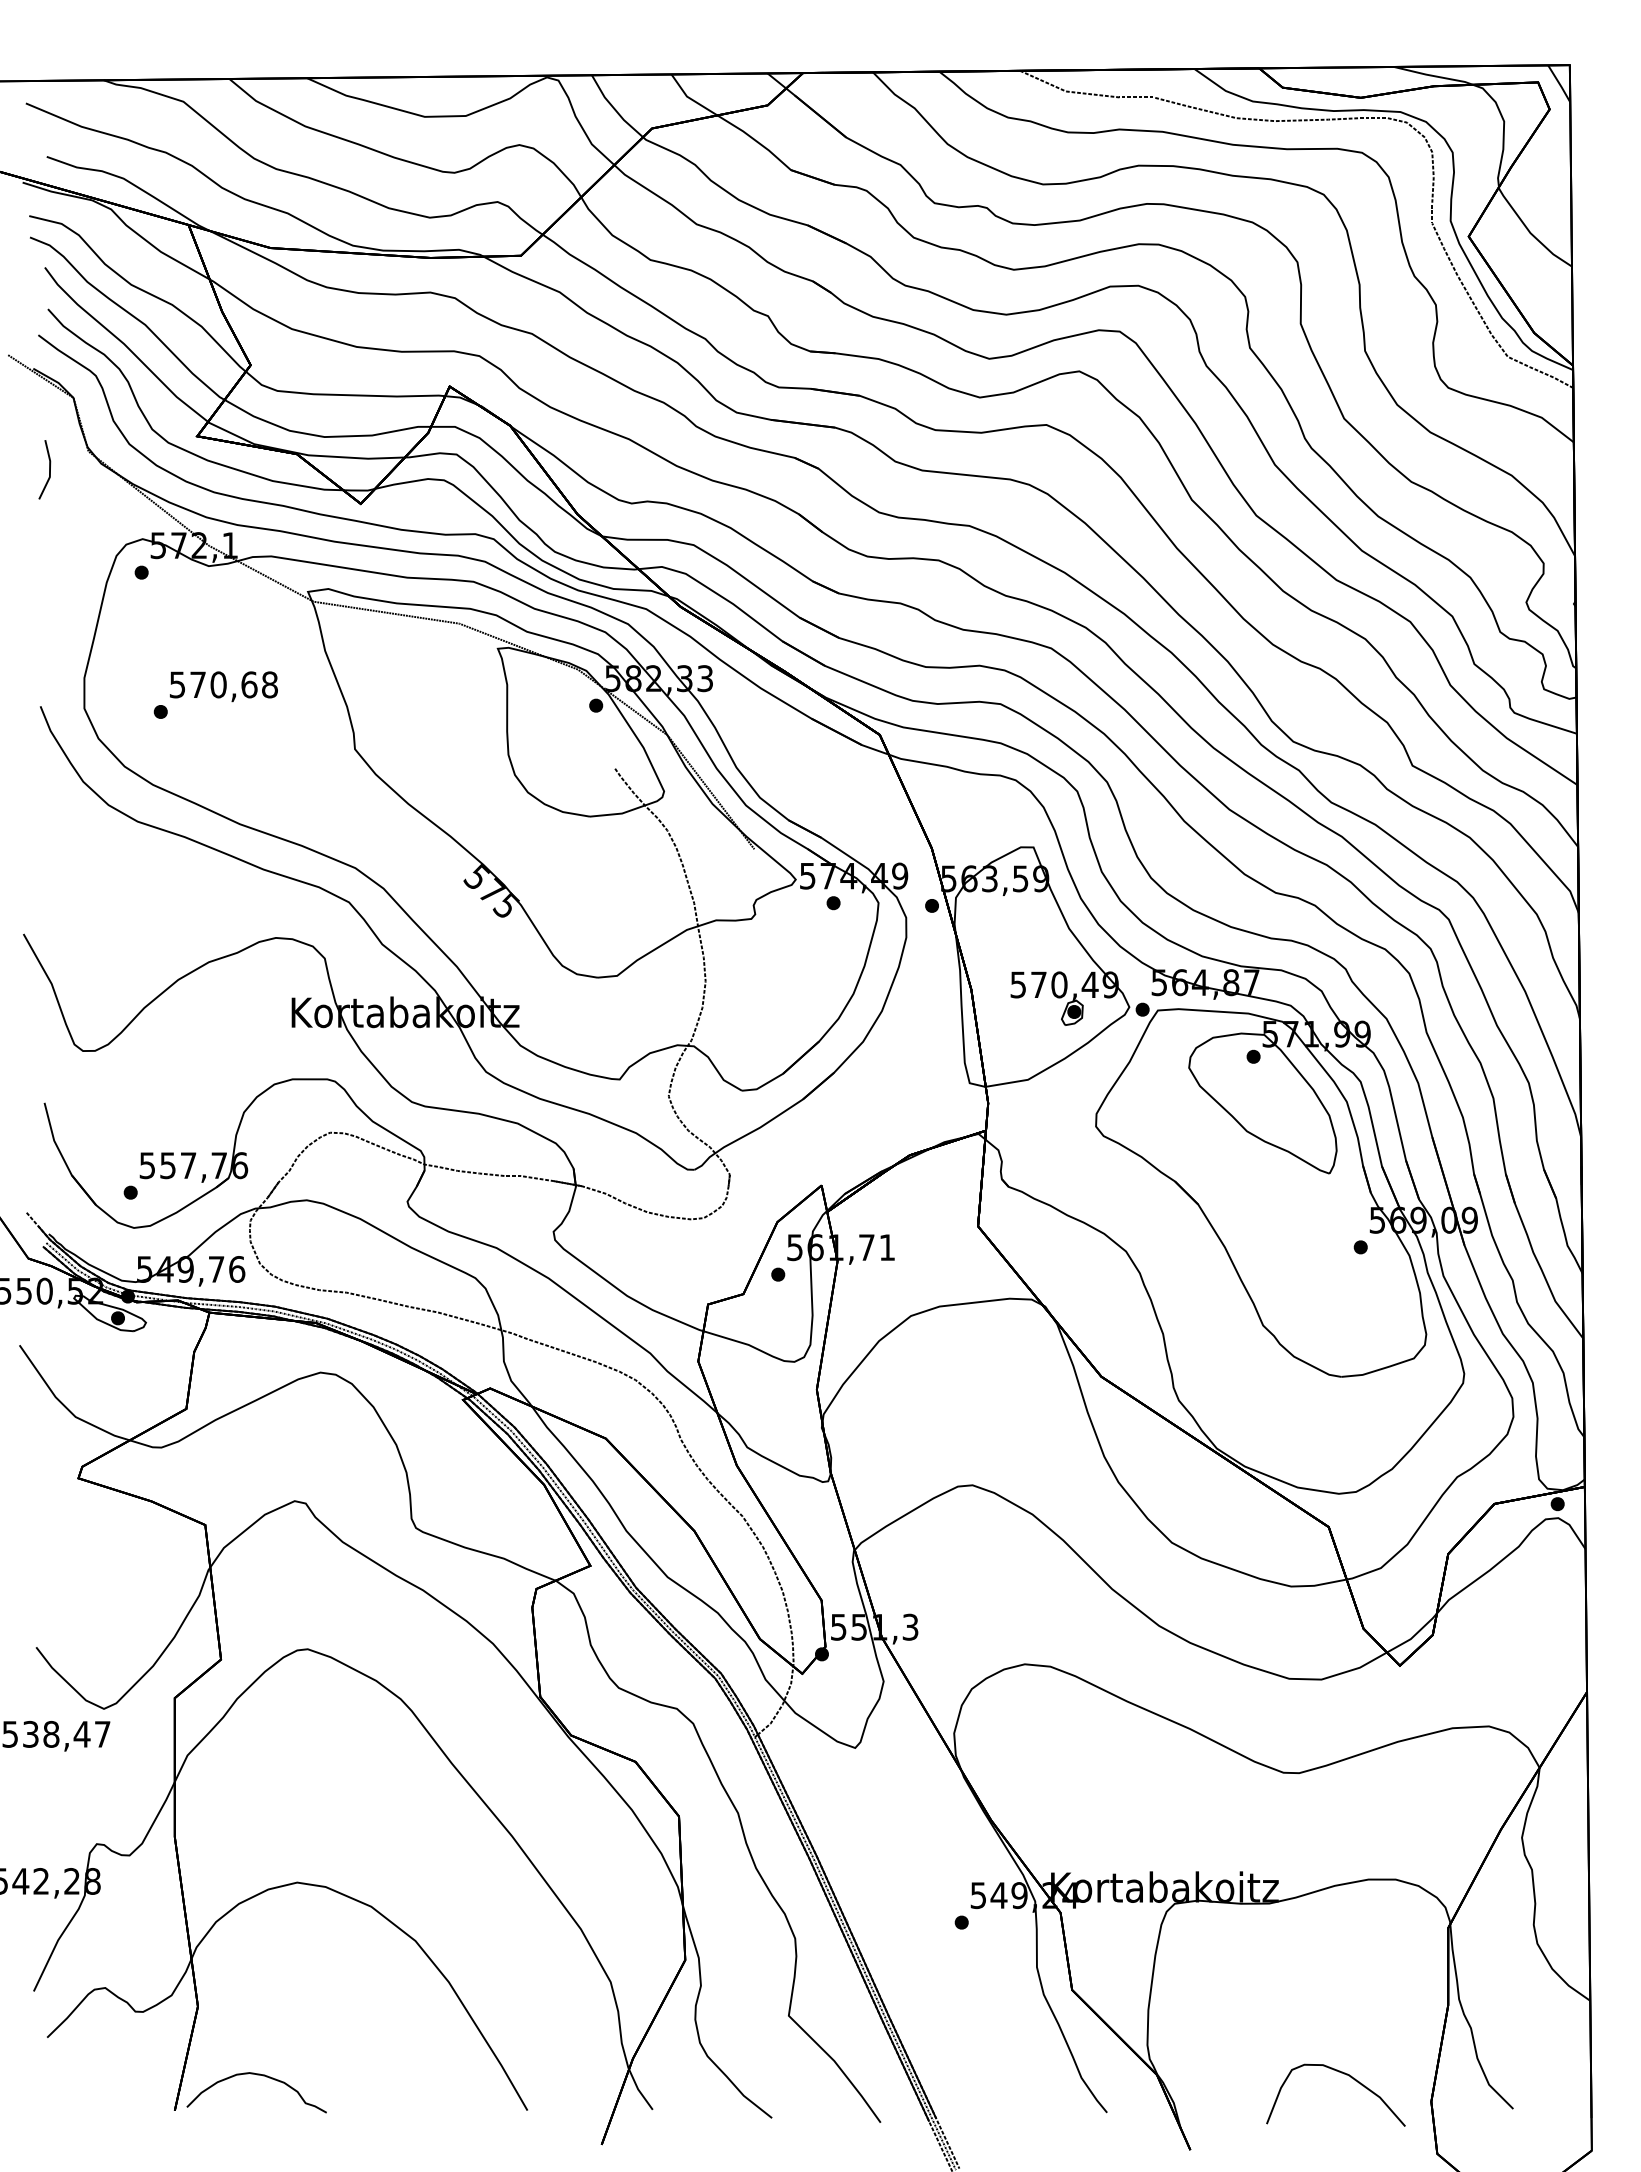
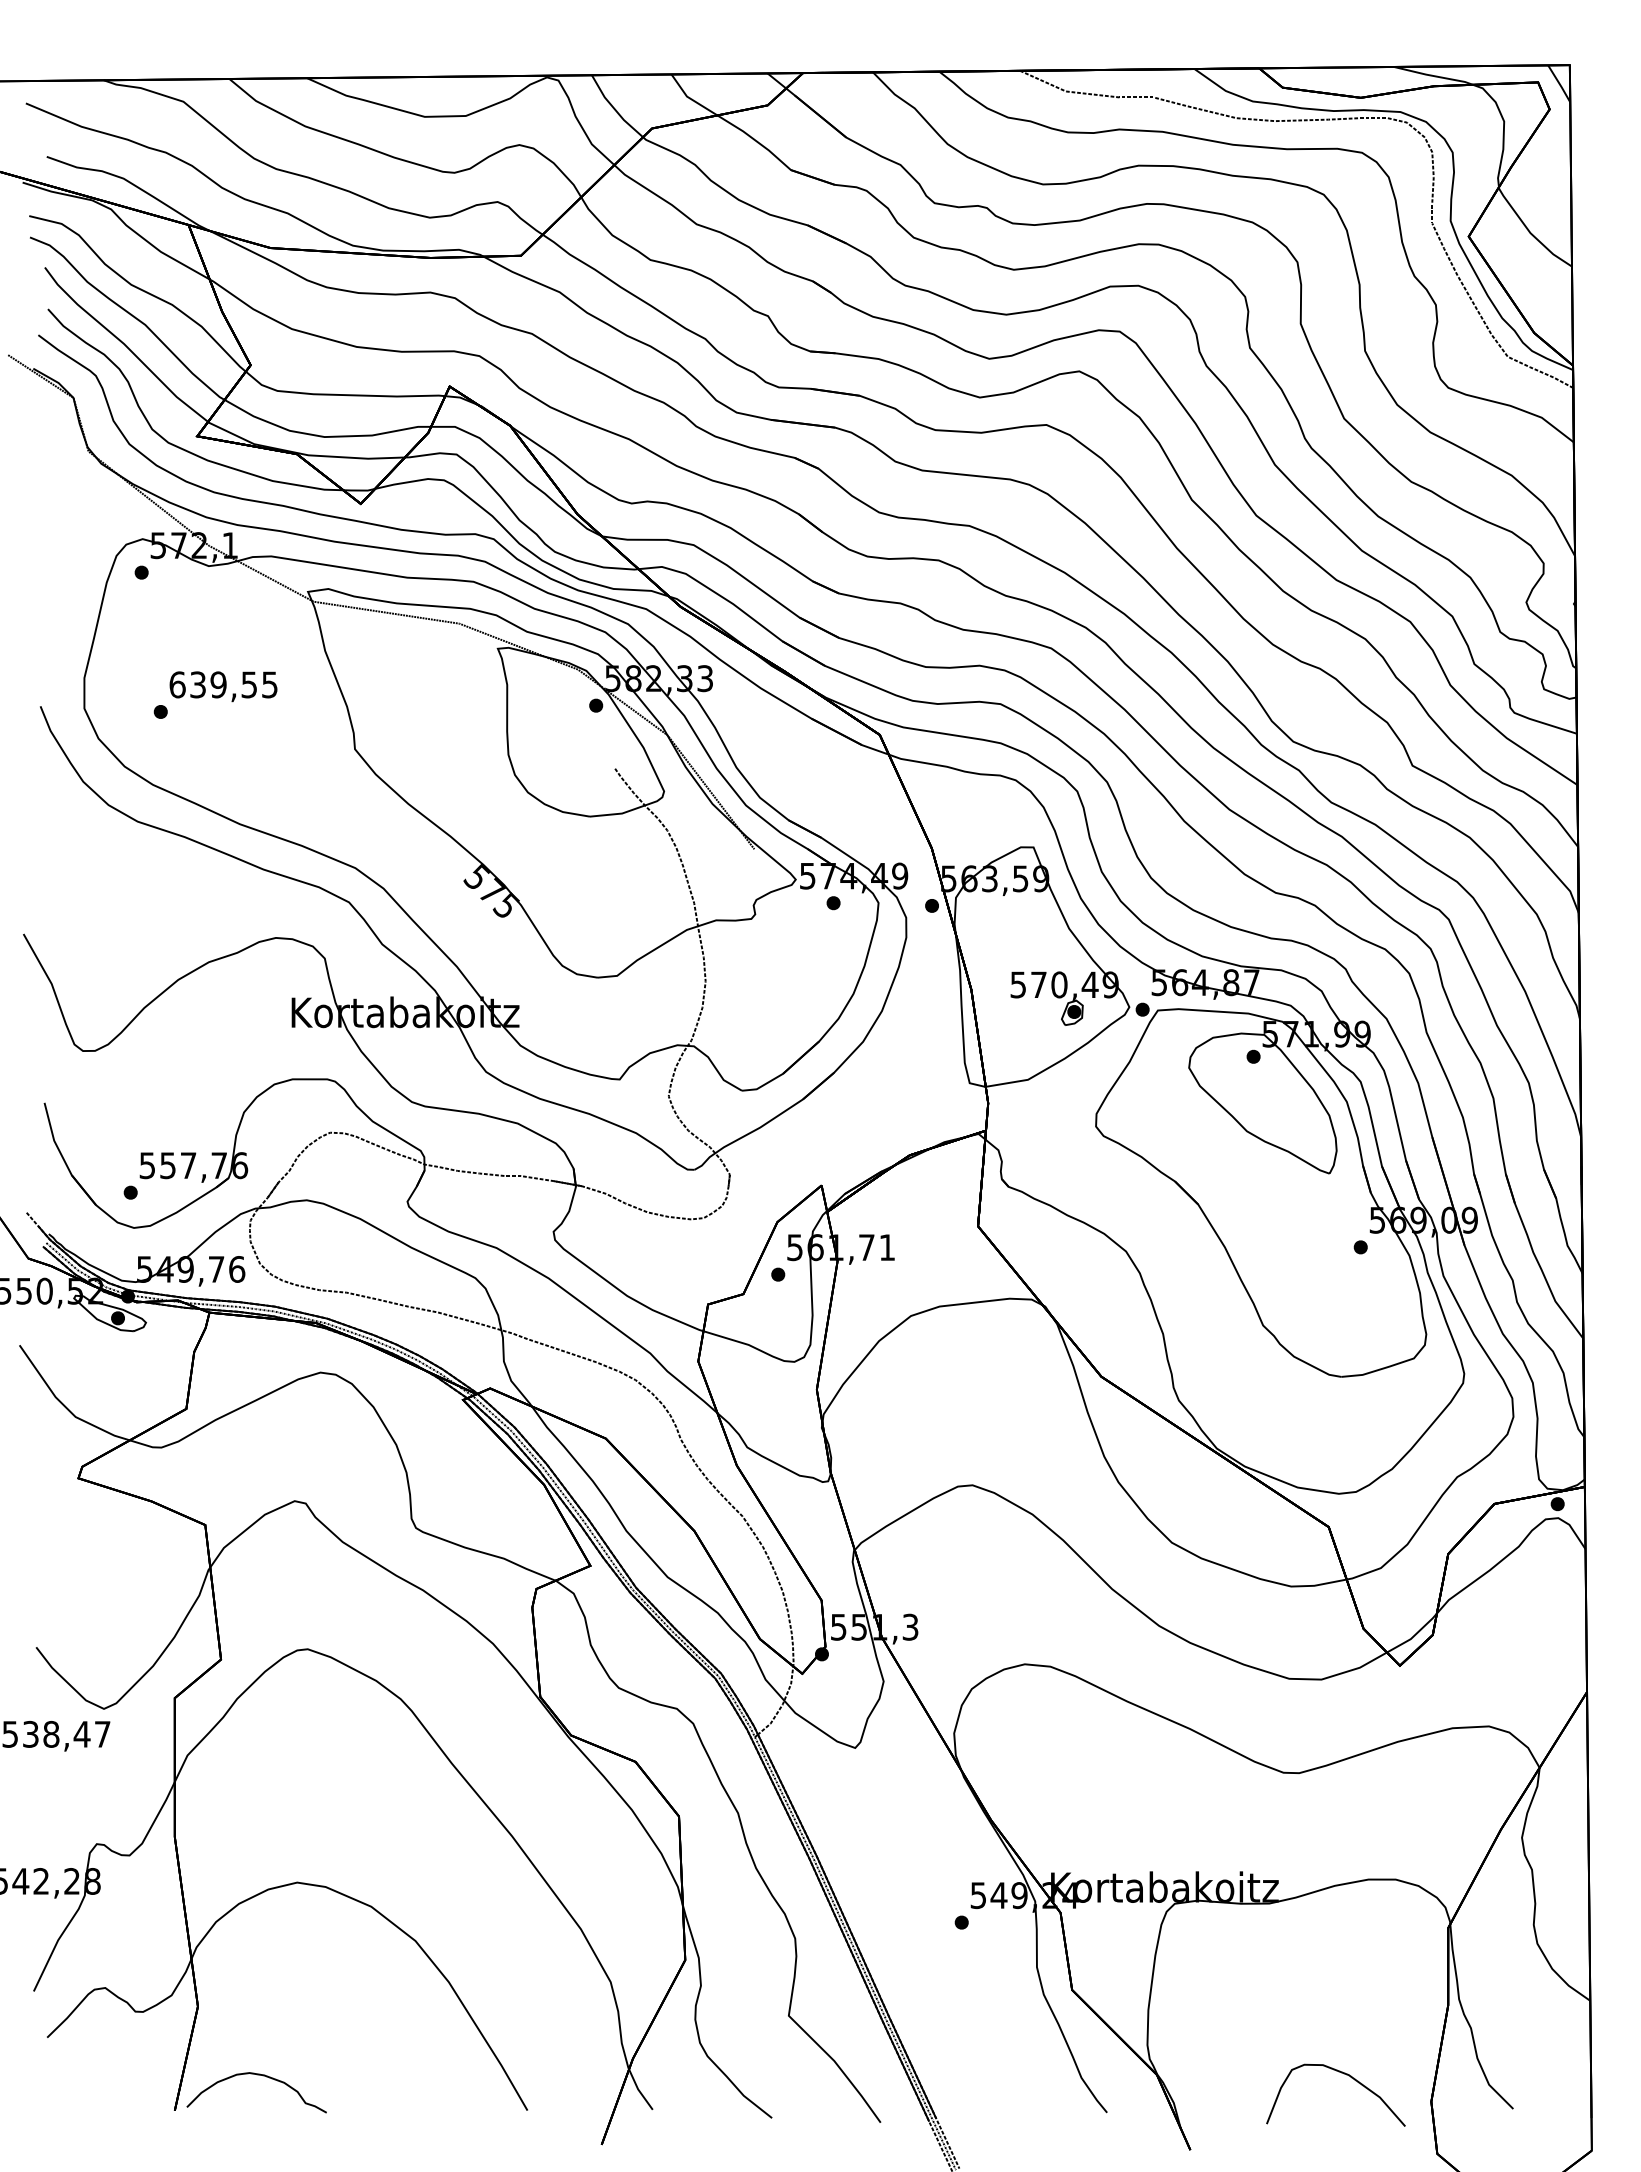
line at (49, 469): present -> none
text at (223, 684): 570,68 -> 639,55
